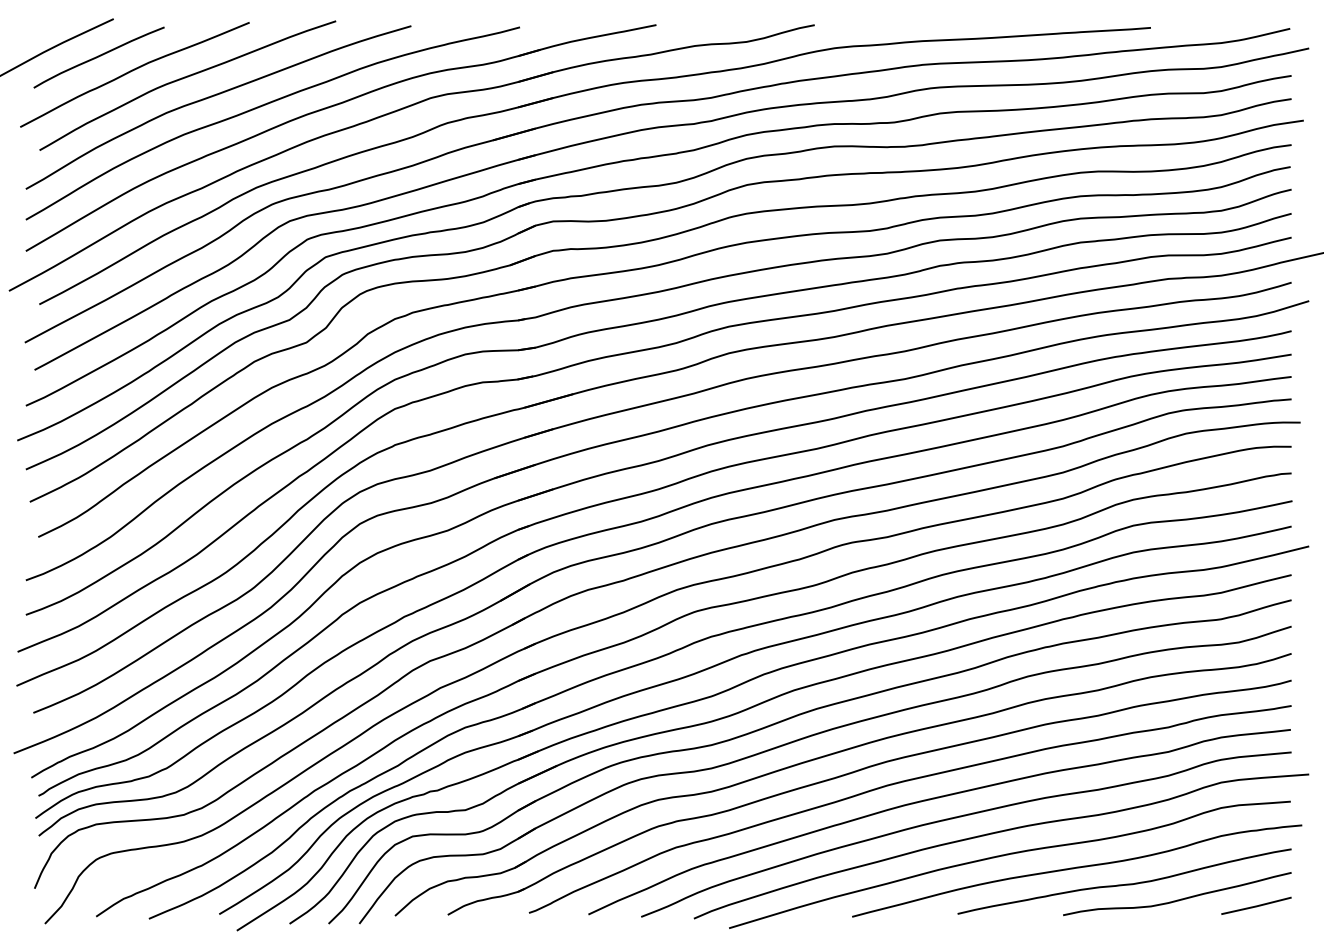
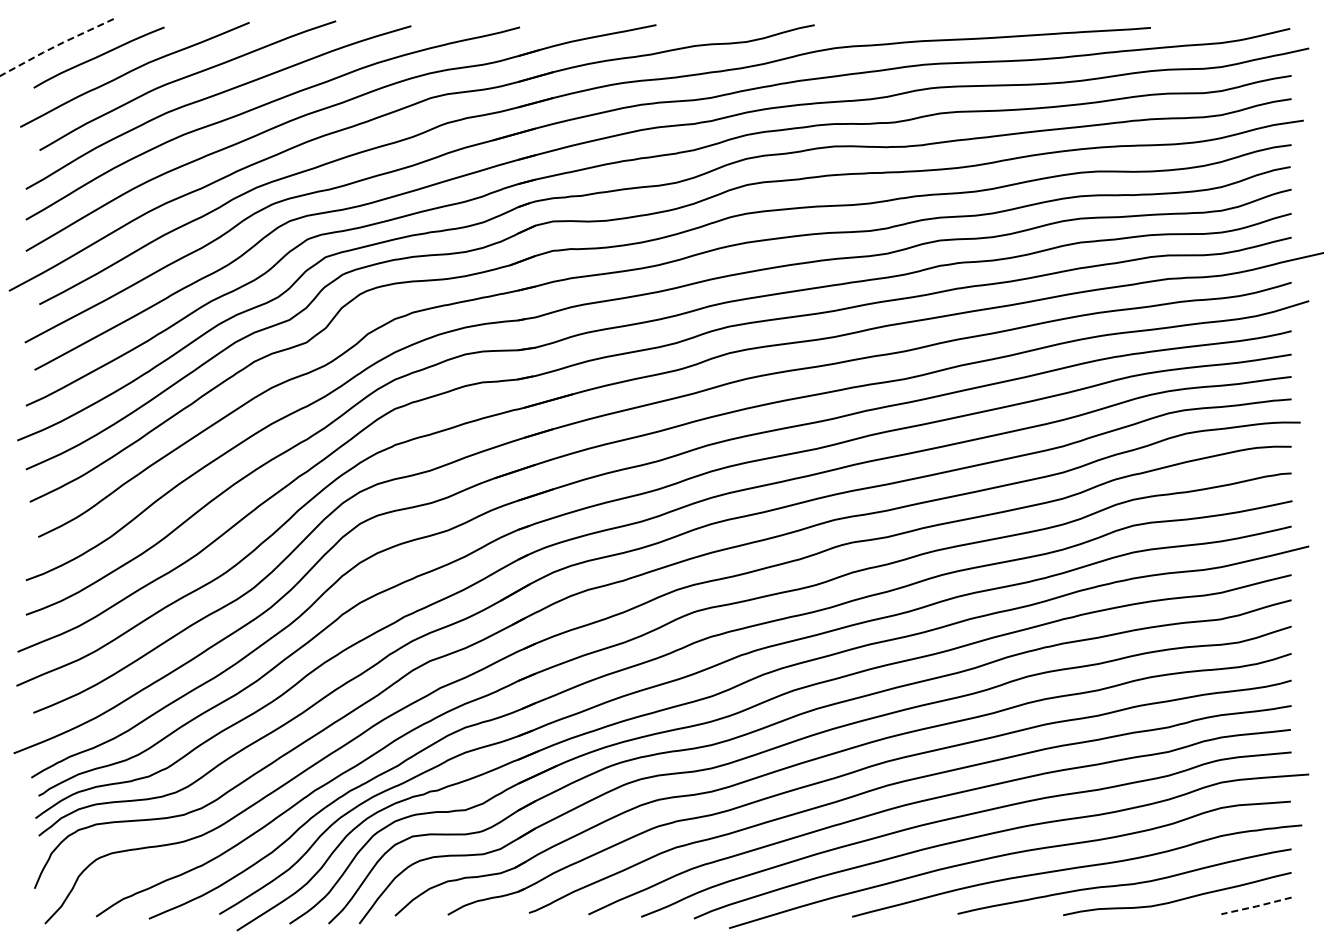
line at (55, 46): solid -> dashed
line at (1256, 906): solid -> dashed
